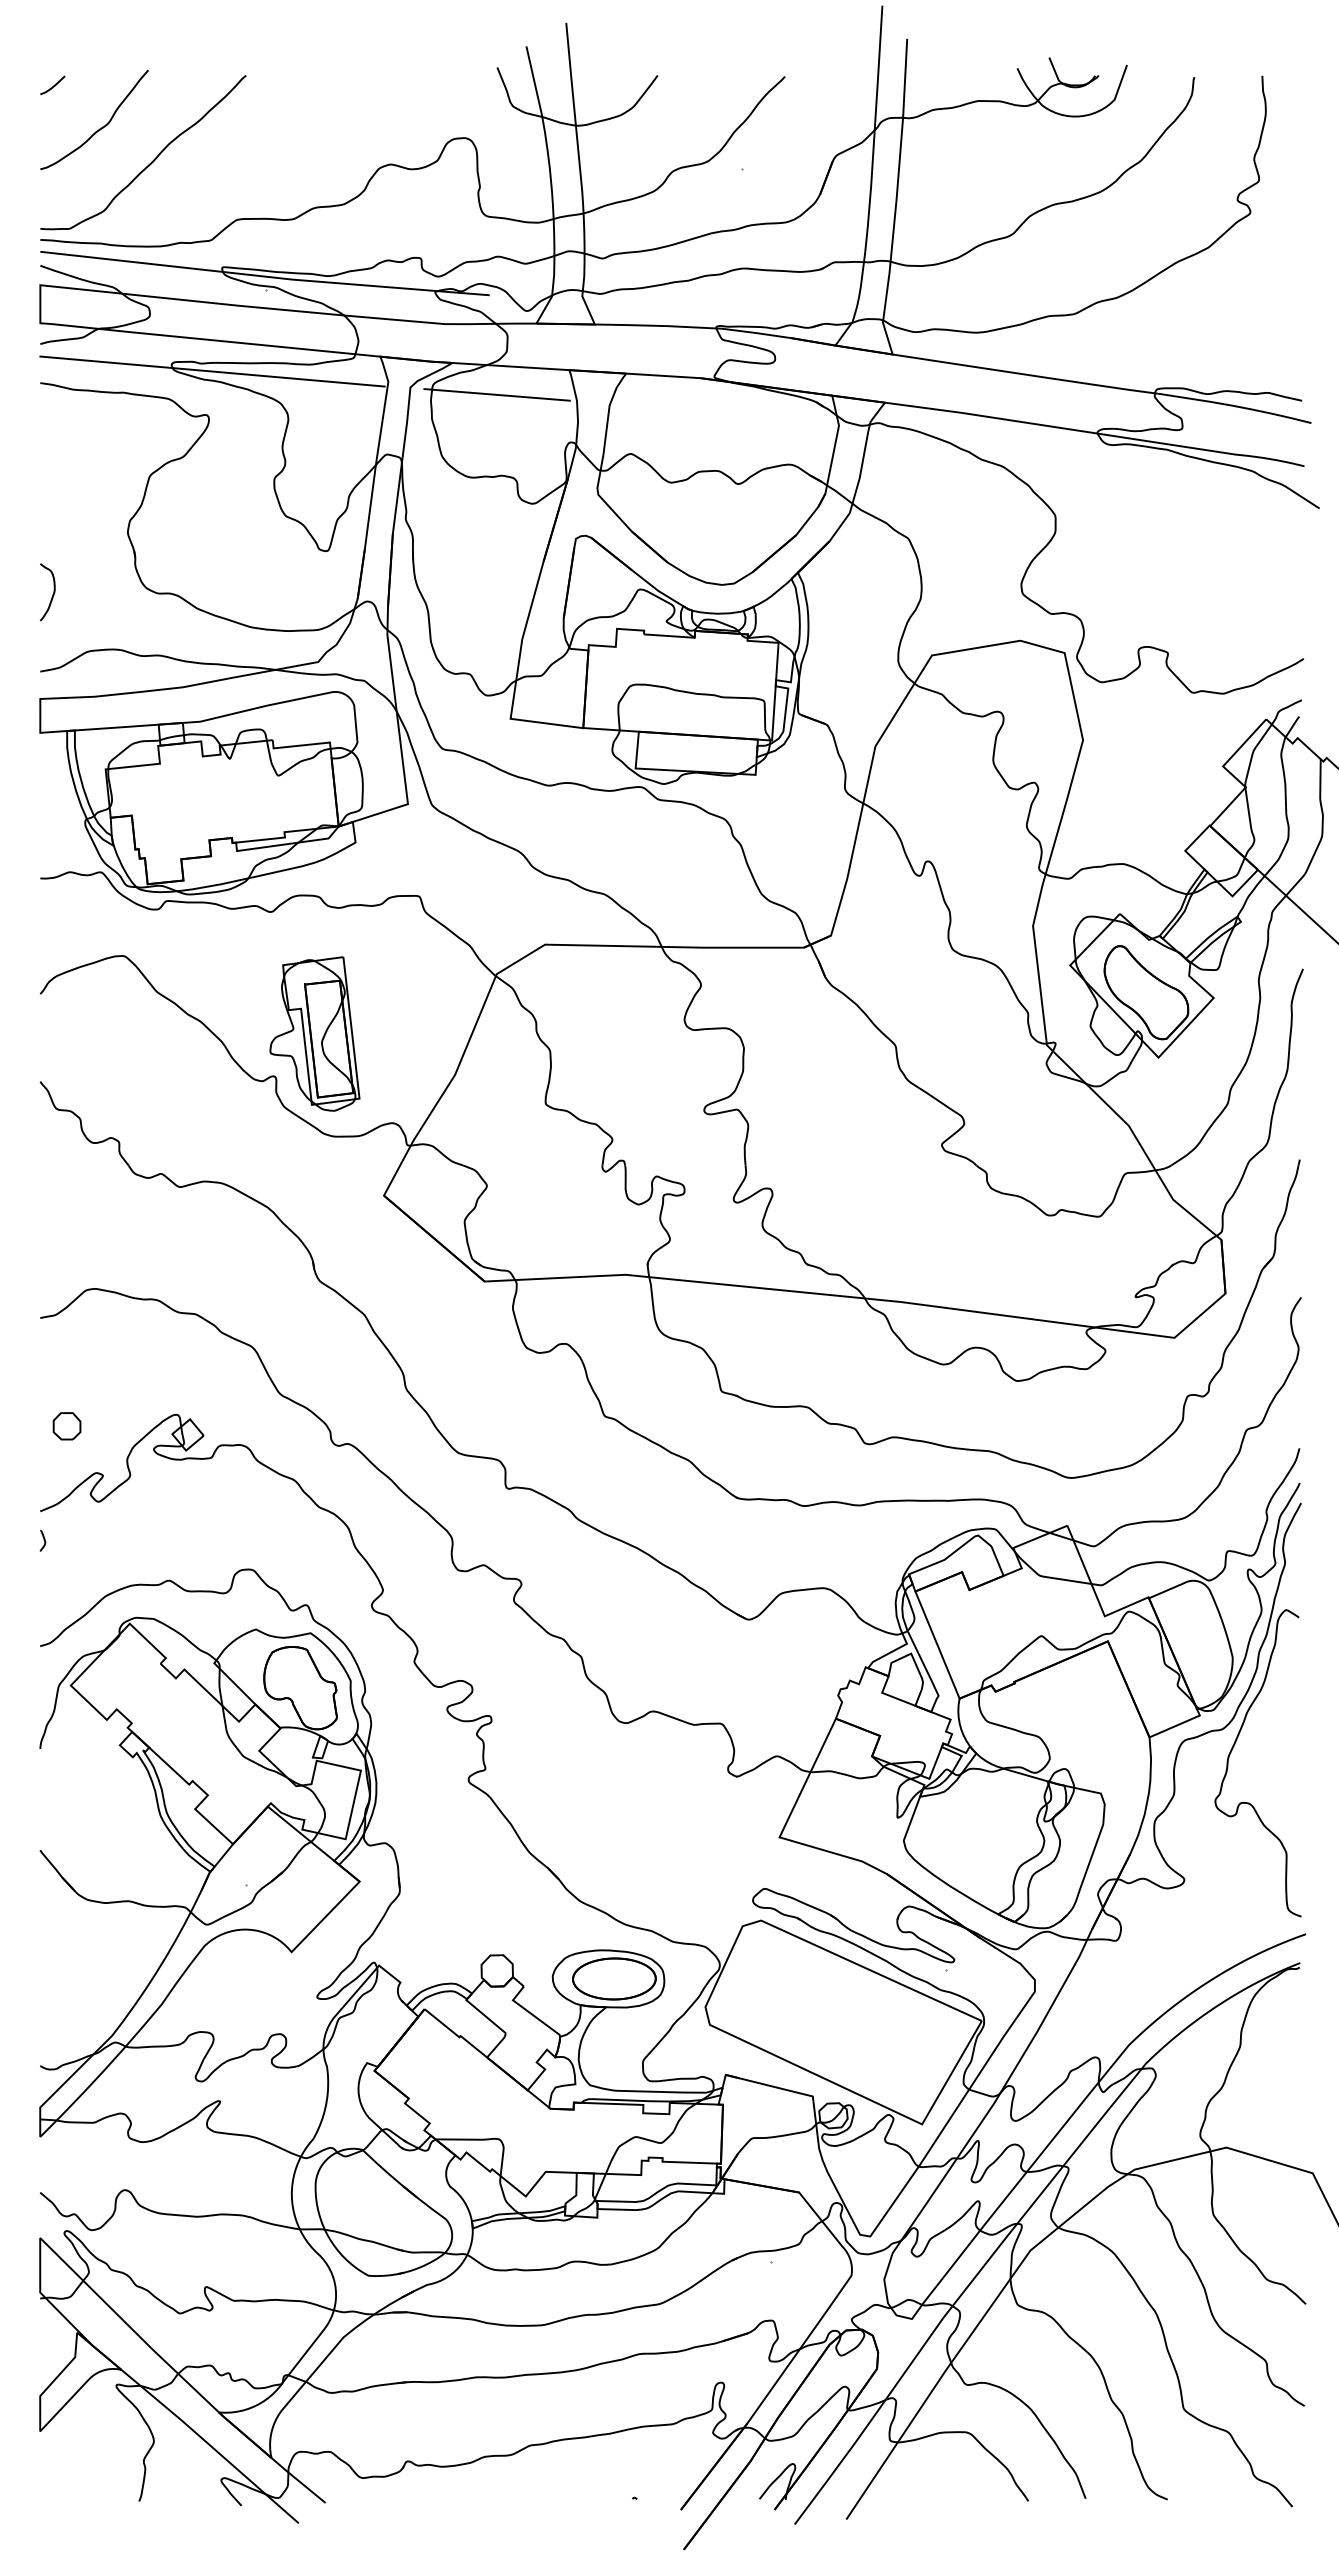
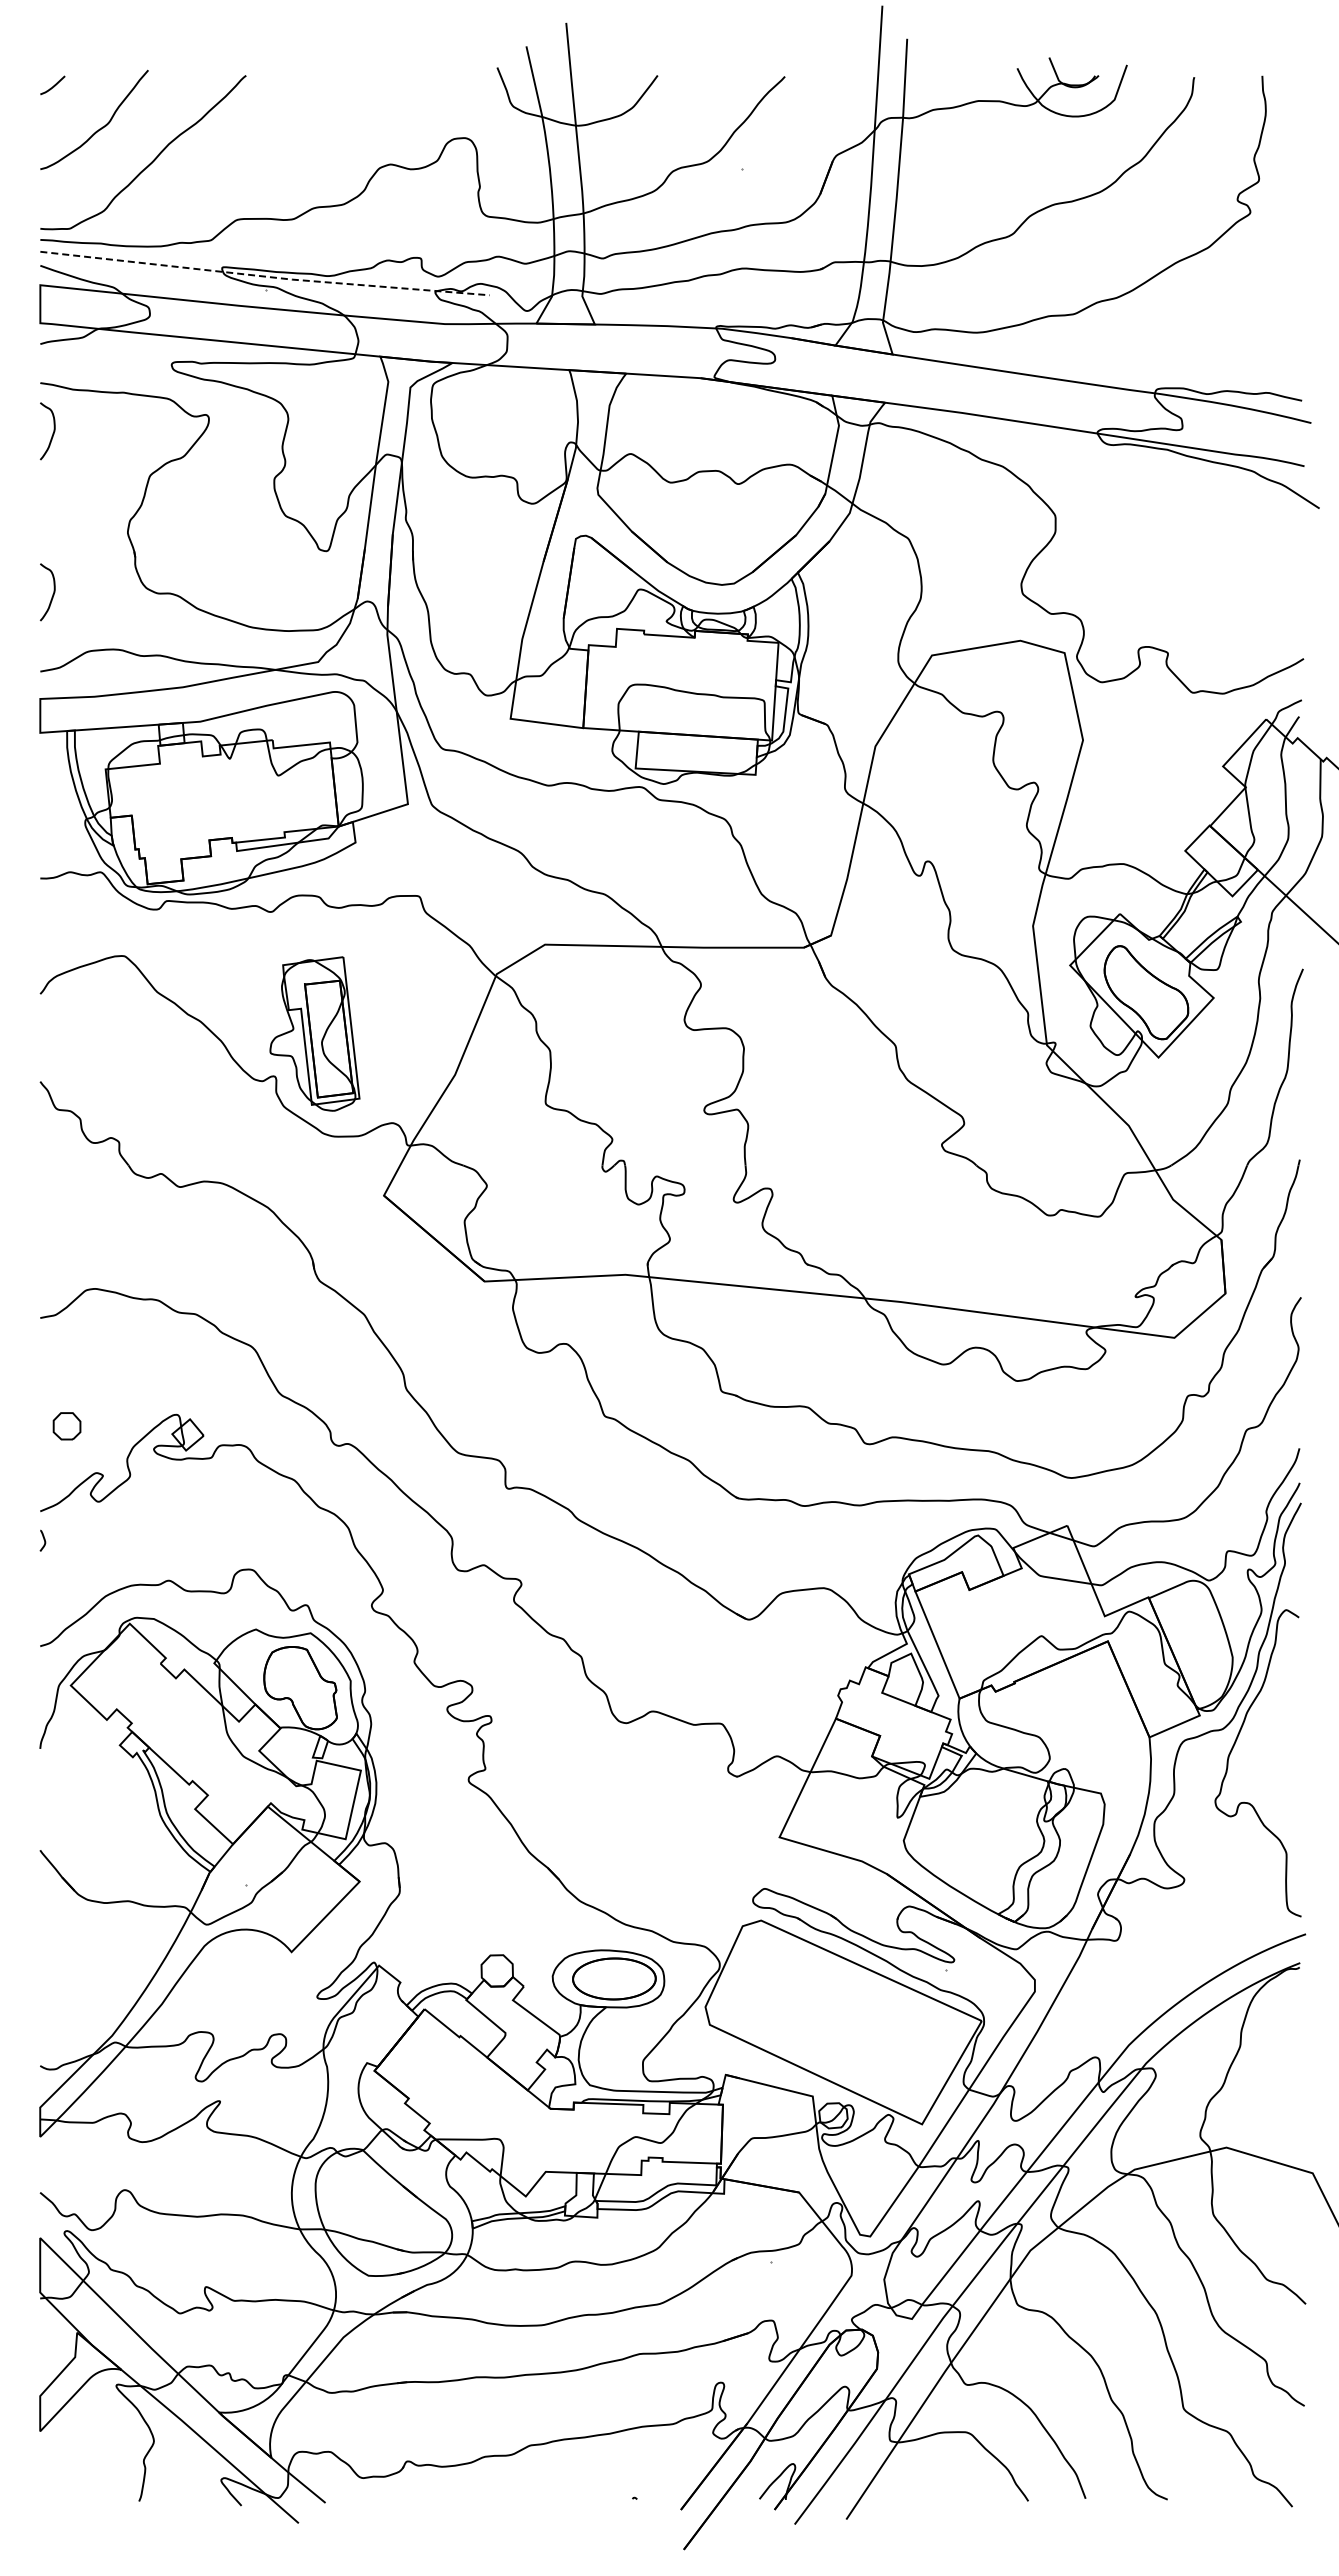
line at (265, 276): solid -> dashed
line at (212, 371): present -> none
line at (496, 394): present -> none
curve at (52, 433): none -> present
